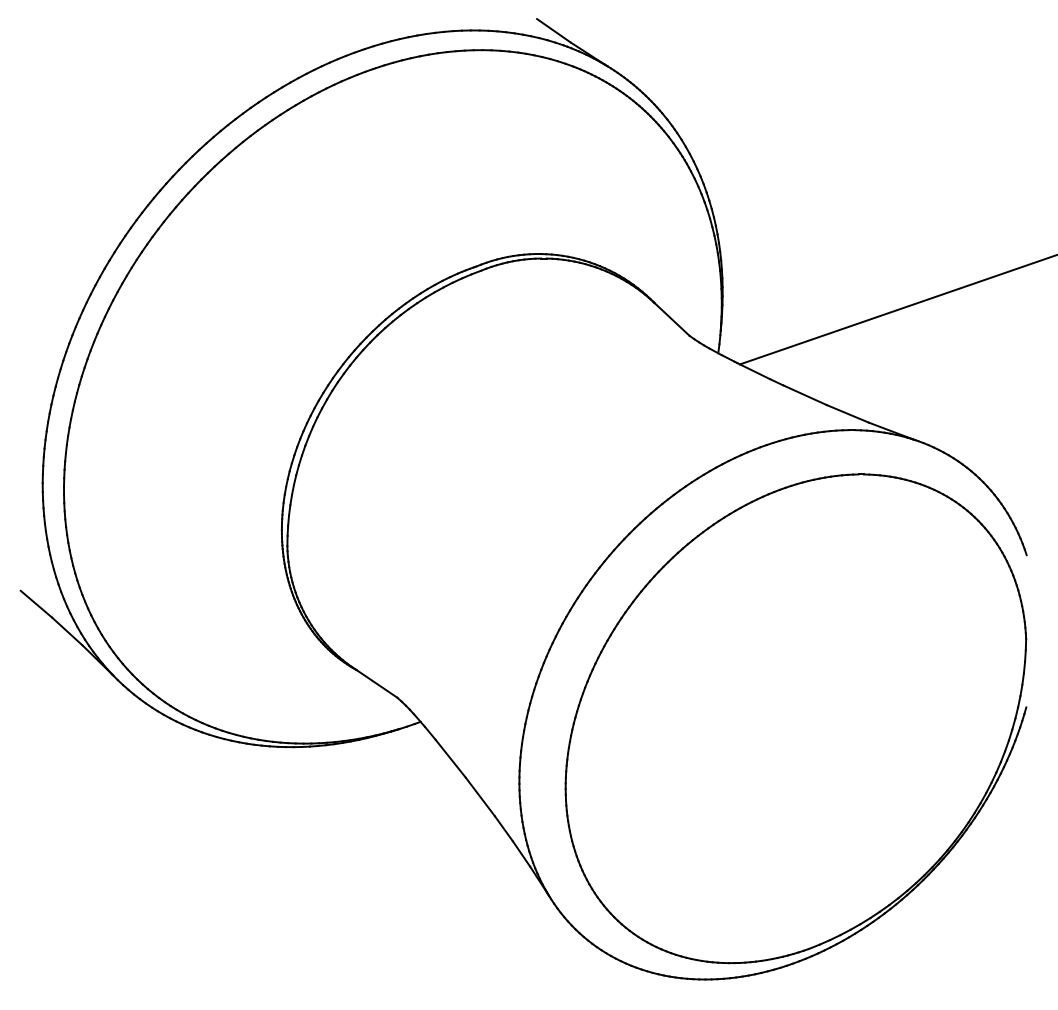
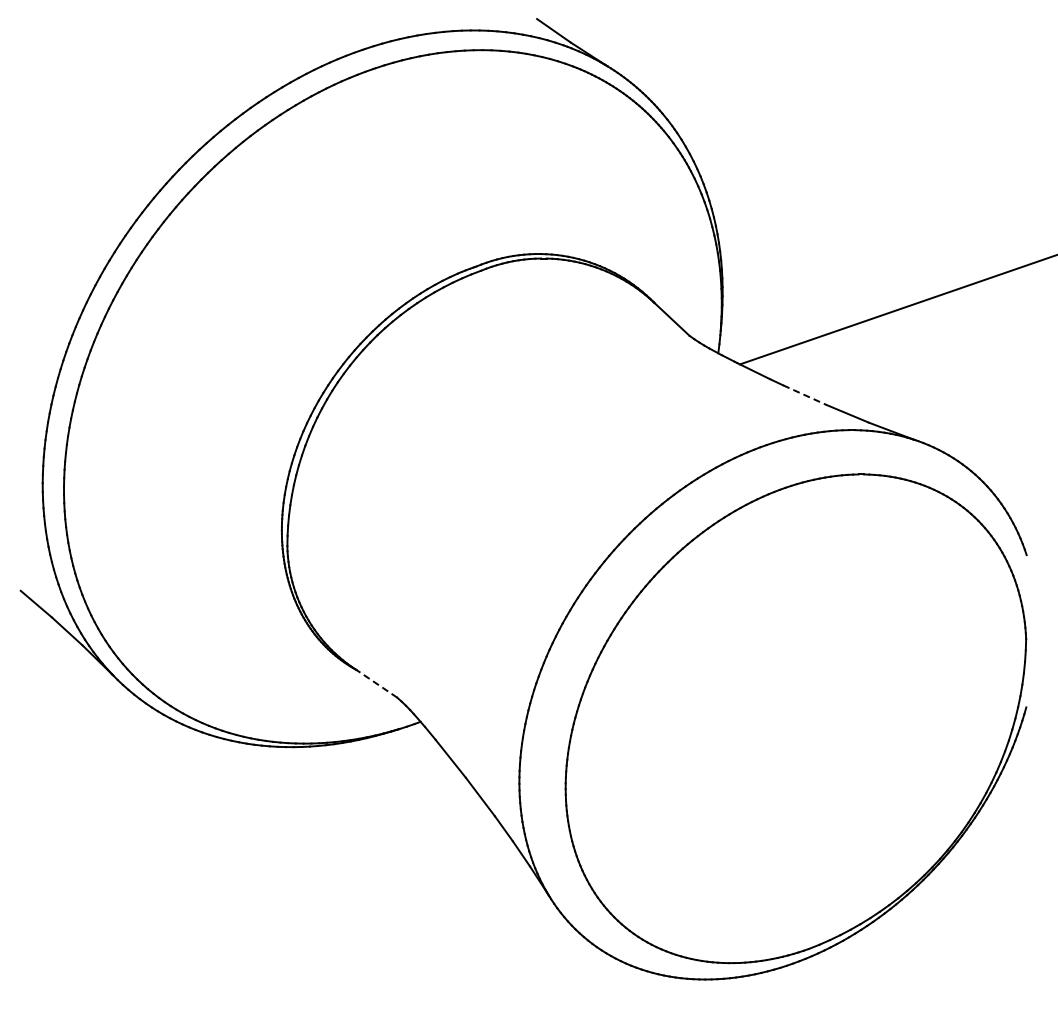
line at (804, 395): solid -> dashed
line at (376, 683): solid -> dashed
